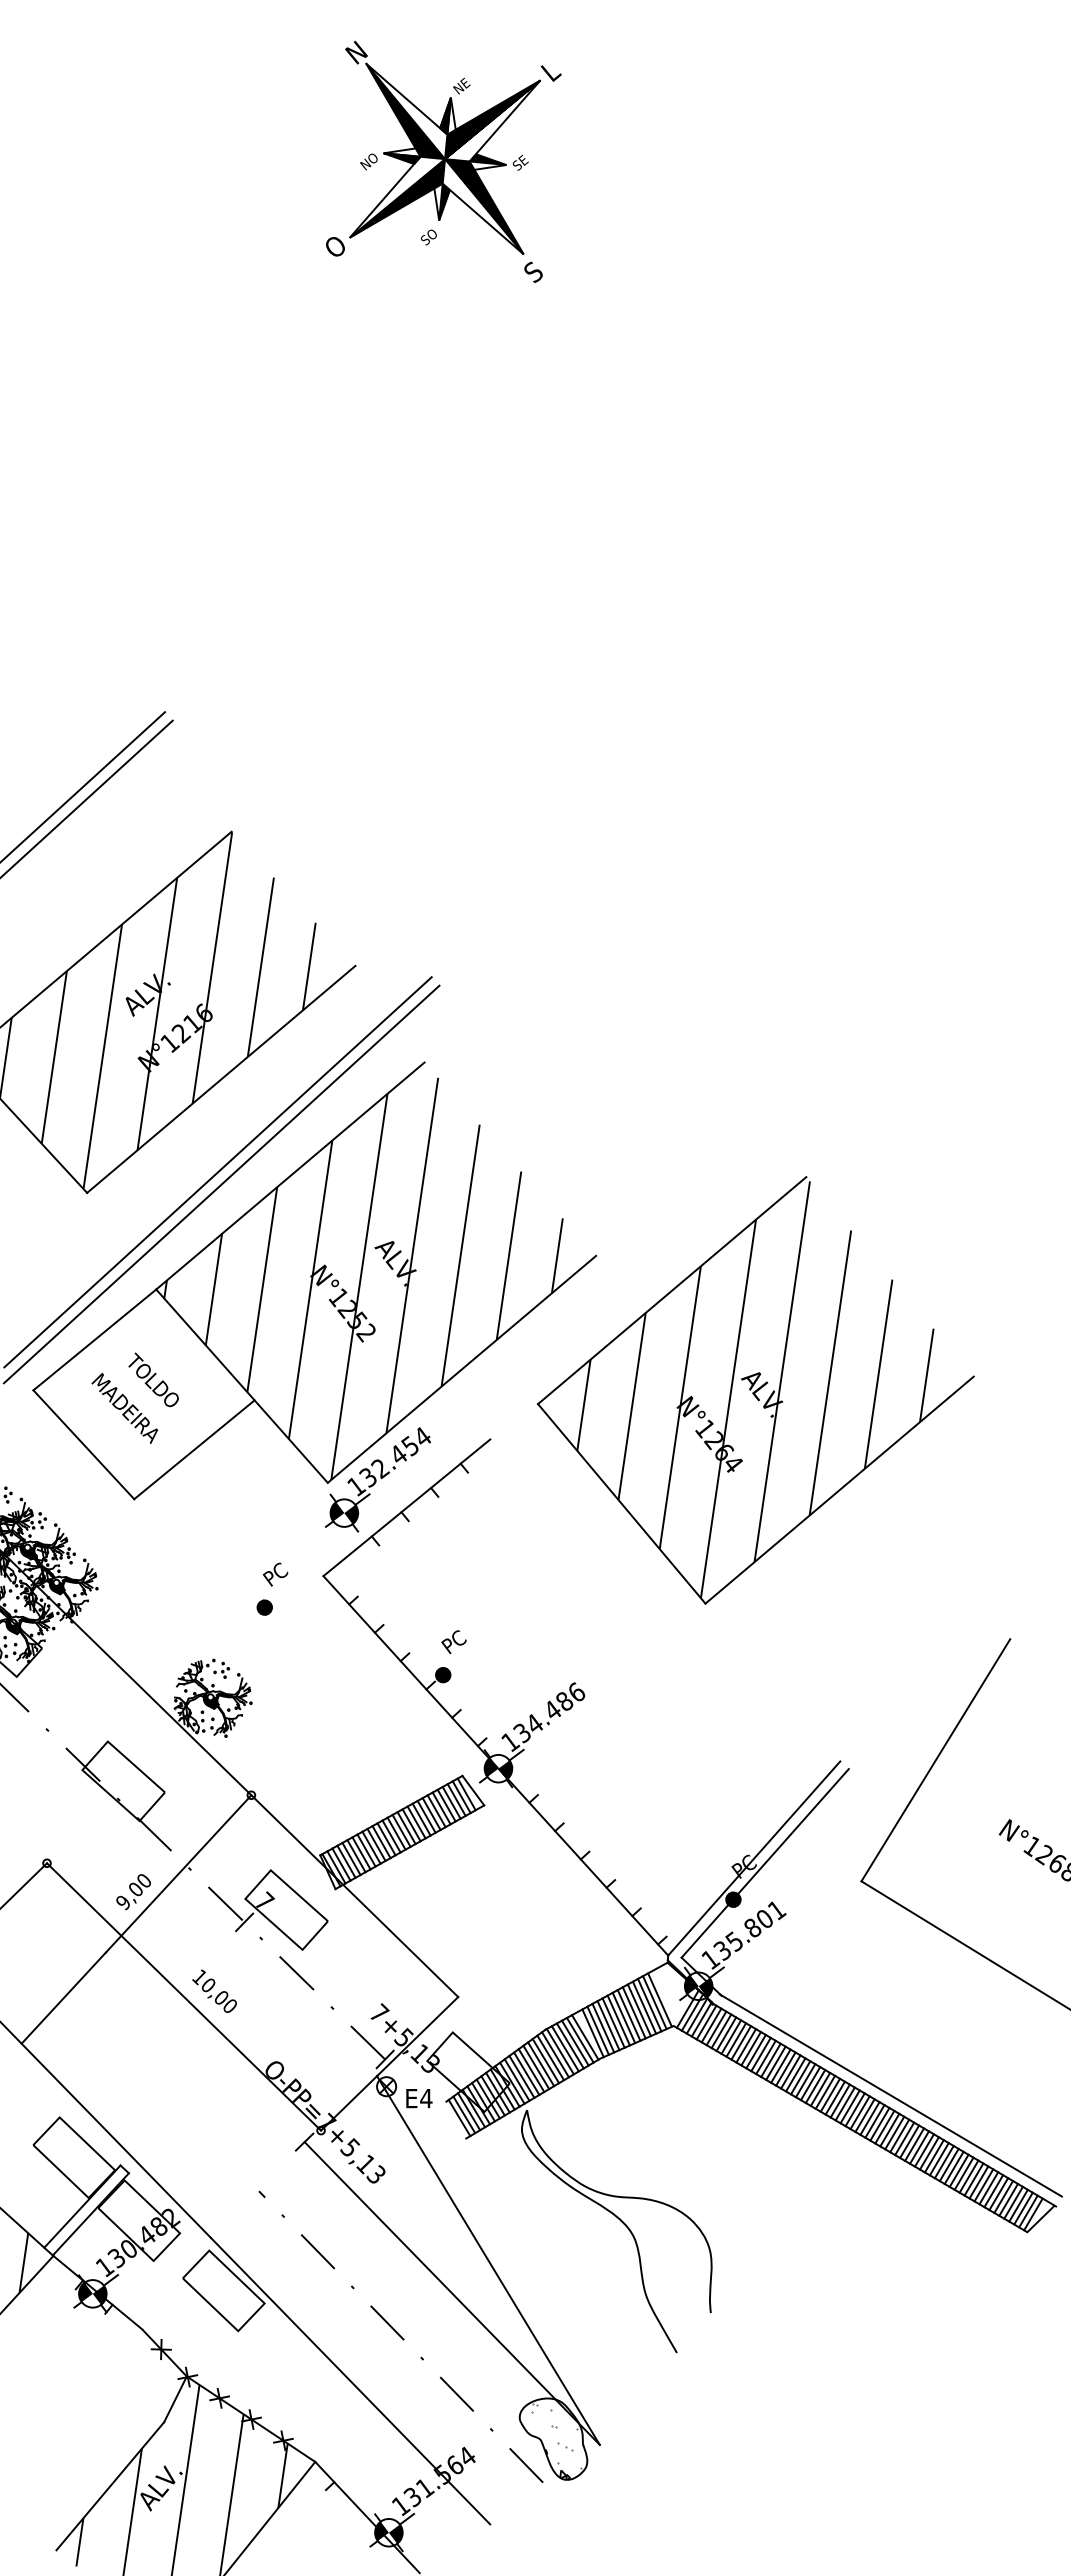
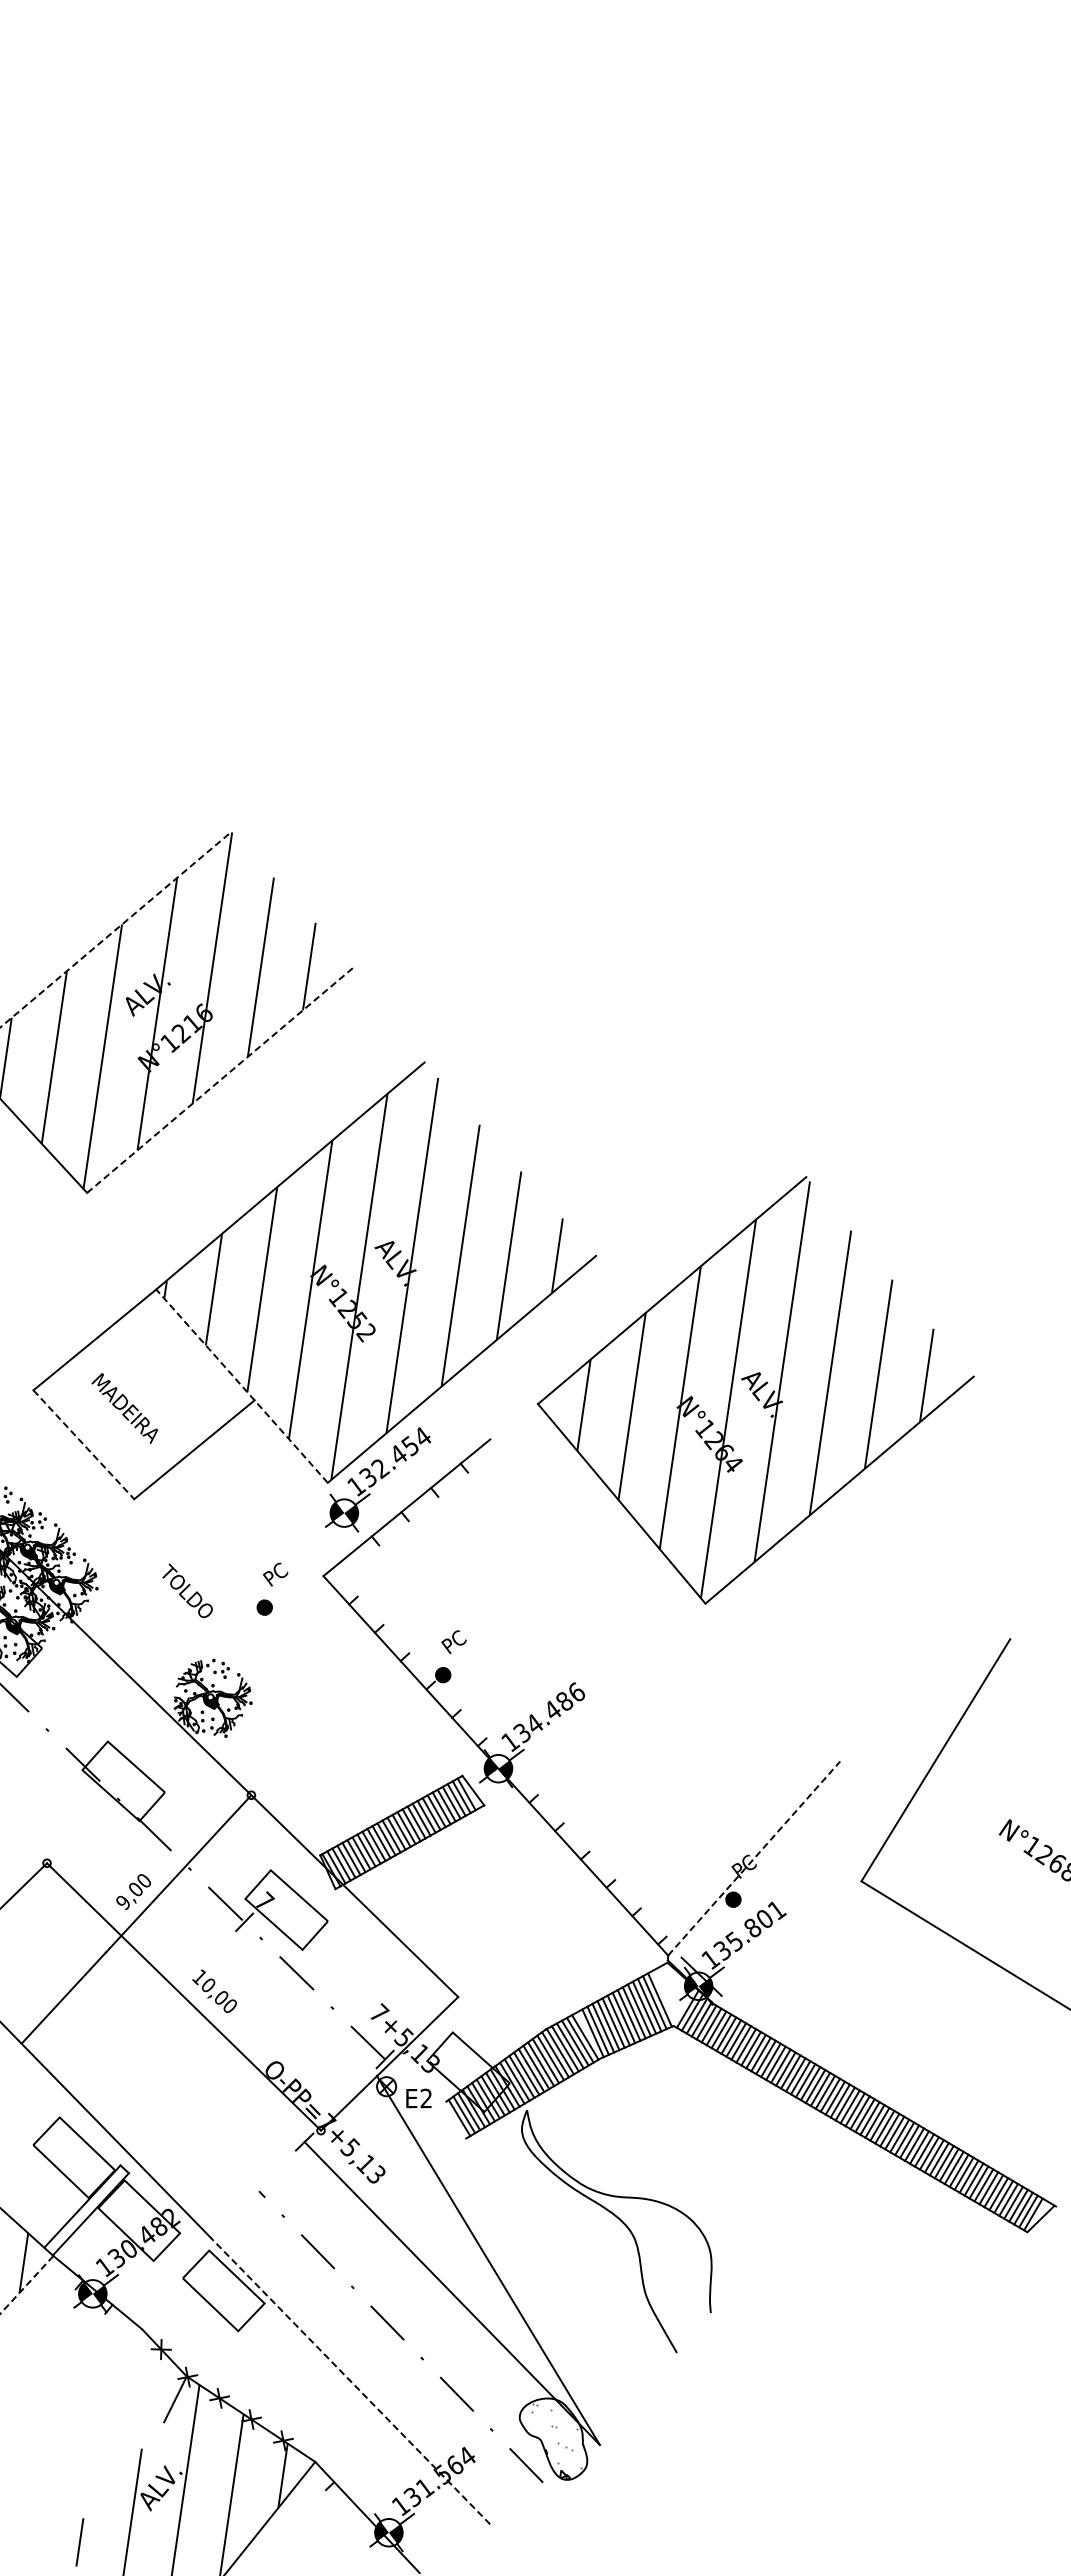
part at (443, 161): present -> none
line at (83, 786): present -> none
line at (87, 797): present -> none
line at (116, 929): solid -> dashed
line at (221, 1079): solid -> dashed
line at (217, 1172): present -> none
line at (221, 1184): present -> none
text at (153, 1379) position: (153, 1379) -> (187, 1590)
line at (241, 1385): solid -> dashed
line at (84, 1445): solid -> dashed
line at (754, 1858): solid -> dashed
line at (764, 1863): present -> none
line at (890, 2095): present -> none
text at (426, 2098): E4 -> E2
line at (26, 2285): solid -> dashed
line at (350, 2381): solid -> dashed
line at (110, 2486): present -> none
